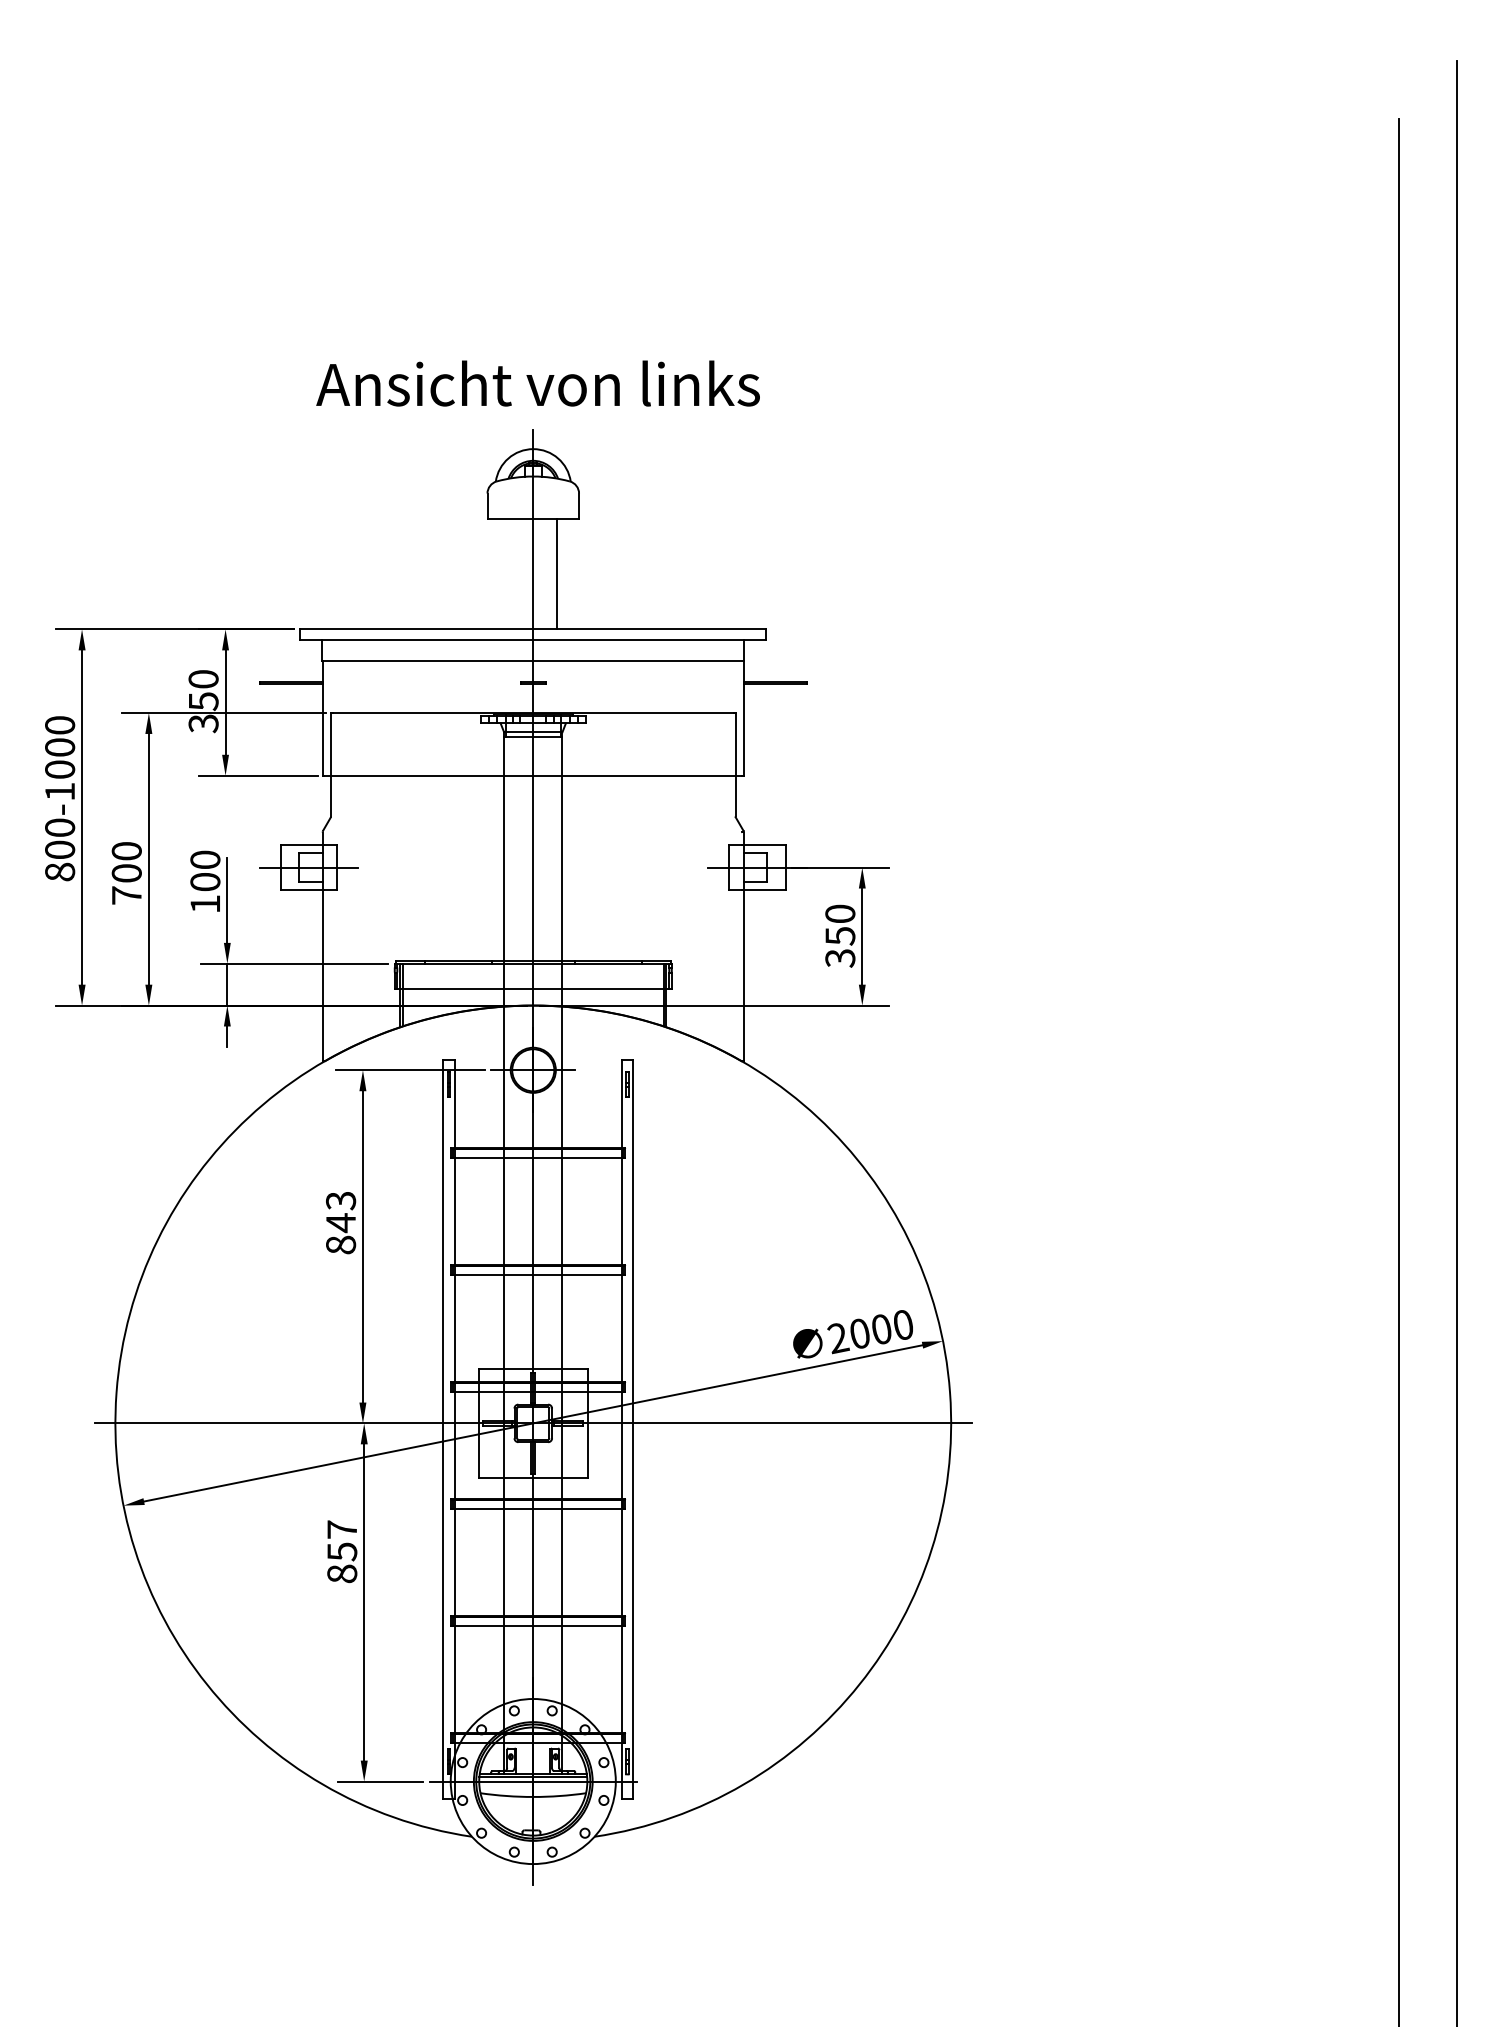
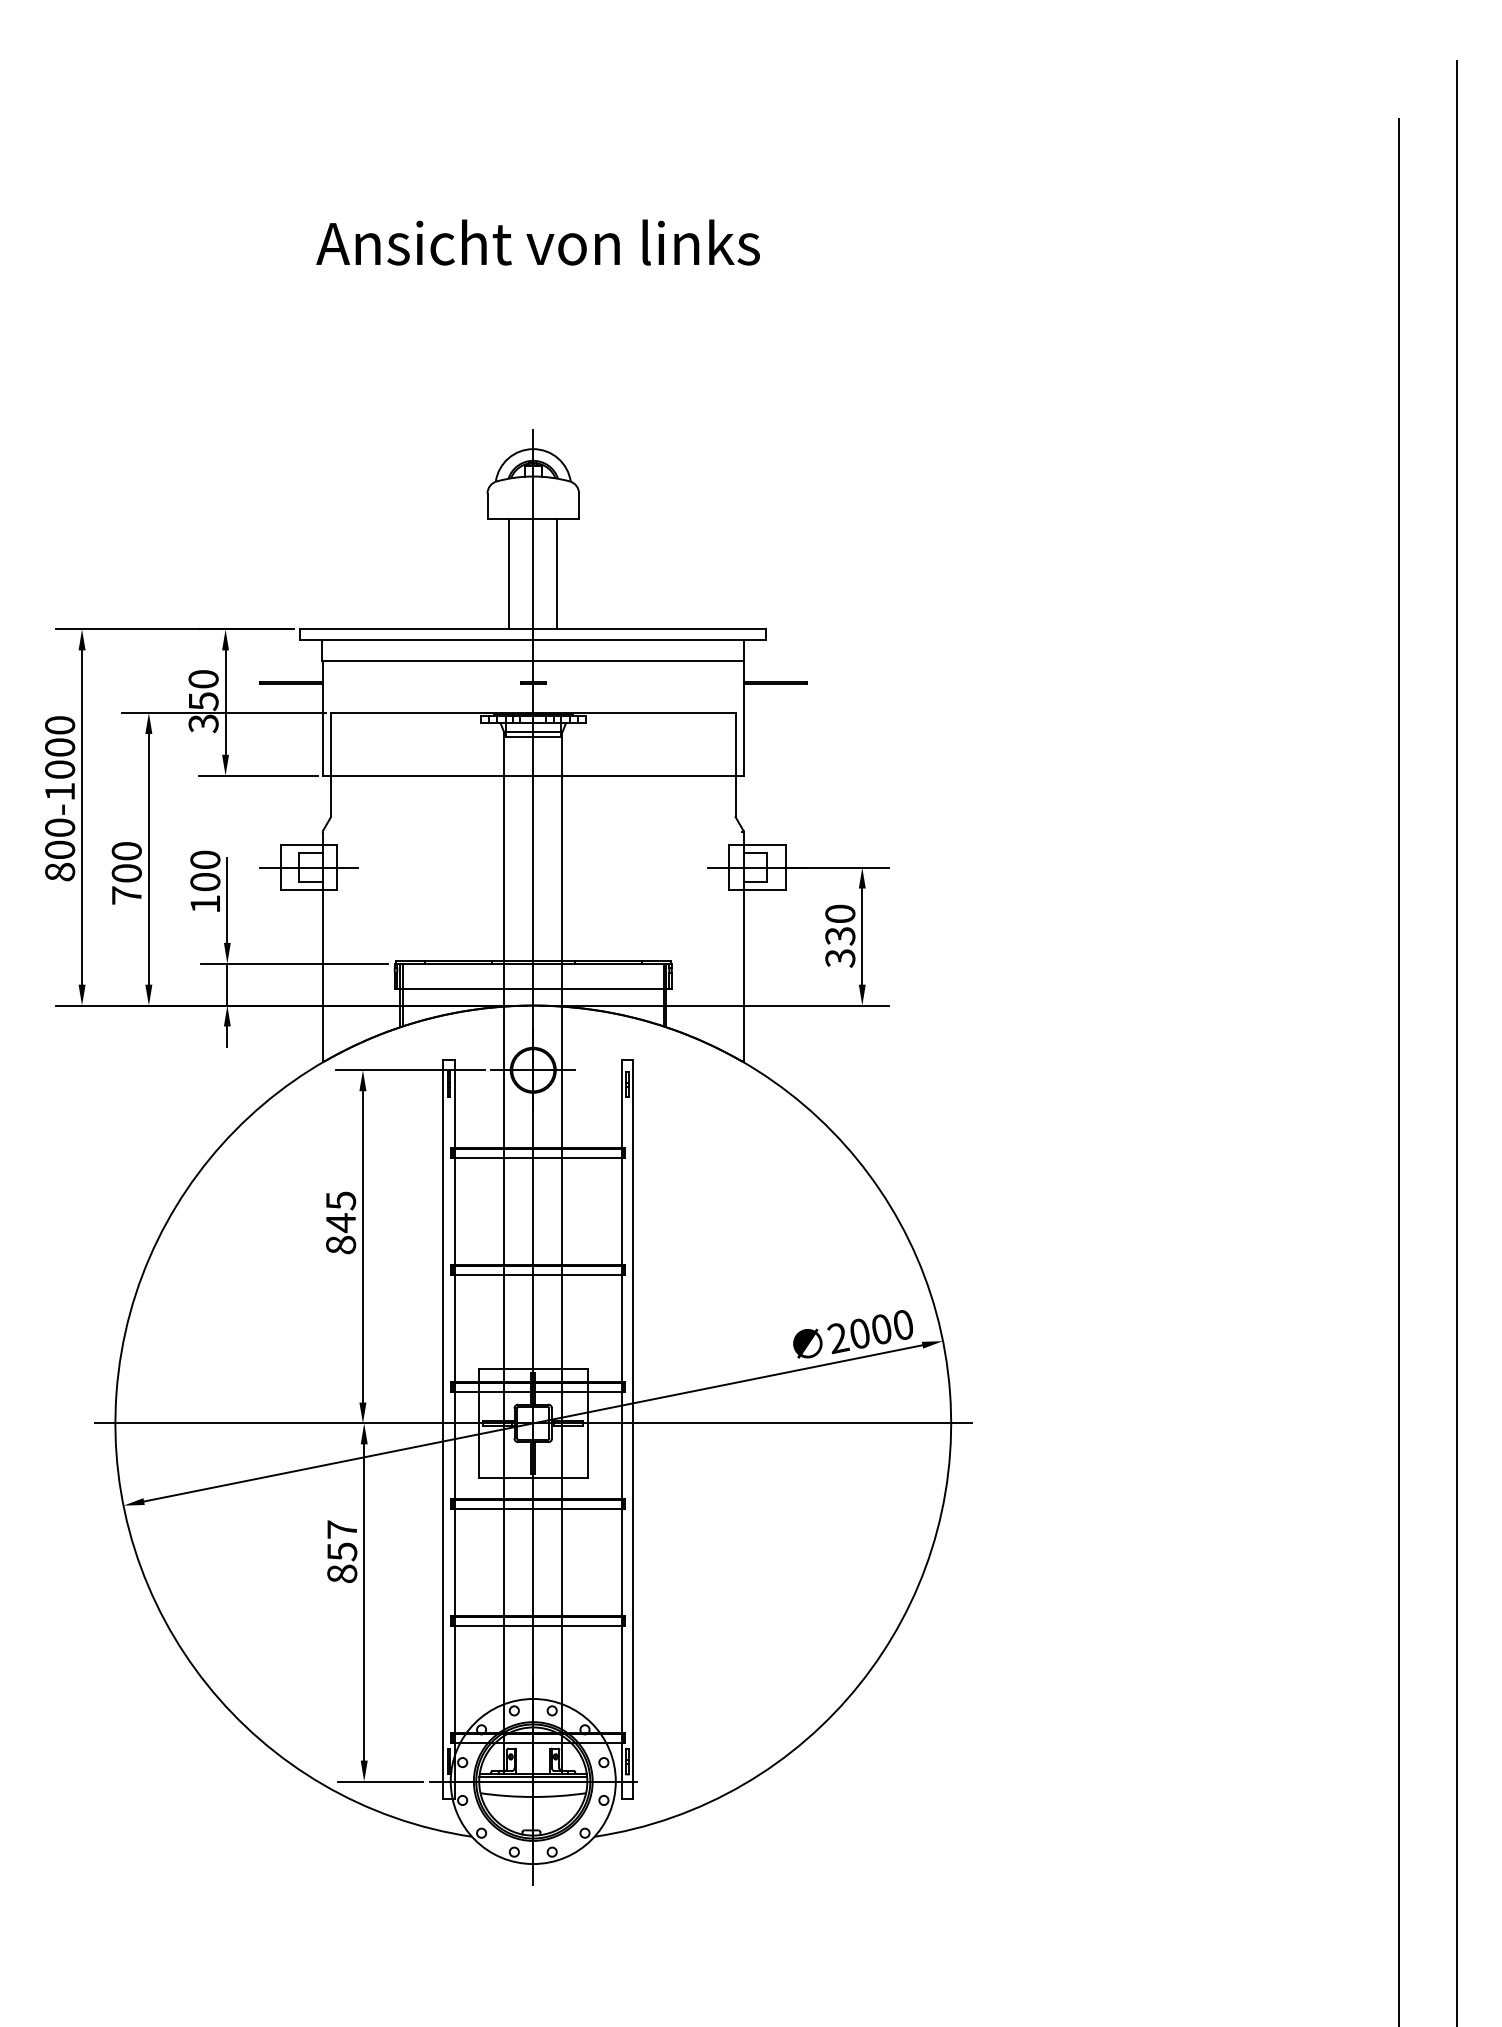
text at (537, 383) position: (537, 383) -> (537, 242)
line at (509, 574): none -> present
text at (839, 936): 350 -> 330
text at (340, 1200): 843 -> 845
